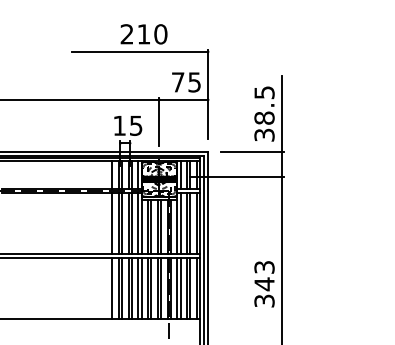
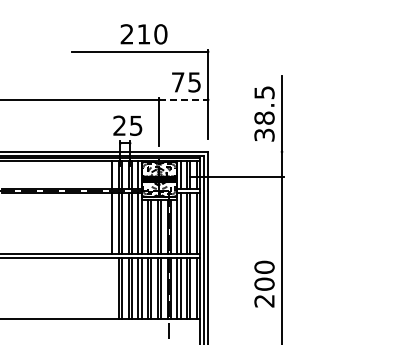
line at (184, 99): solid -> dashed
text at (119, 125): 15 -> 25
line at (252, 151): present -> none
text at (264, 283): 343 -> 200
line at (112, 287): present -> none
